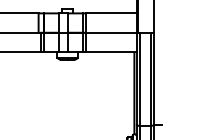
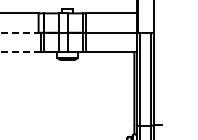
line at (20, 32): solid -> dashed
line at (20, 52): solid -> dashed
